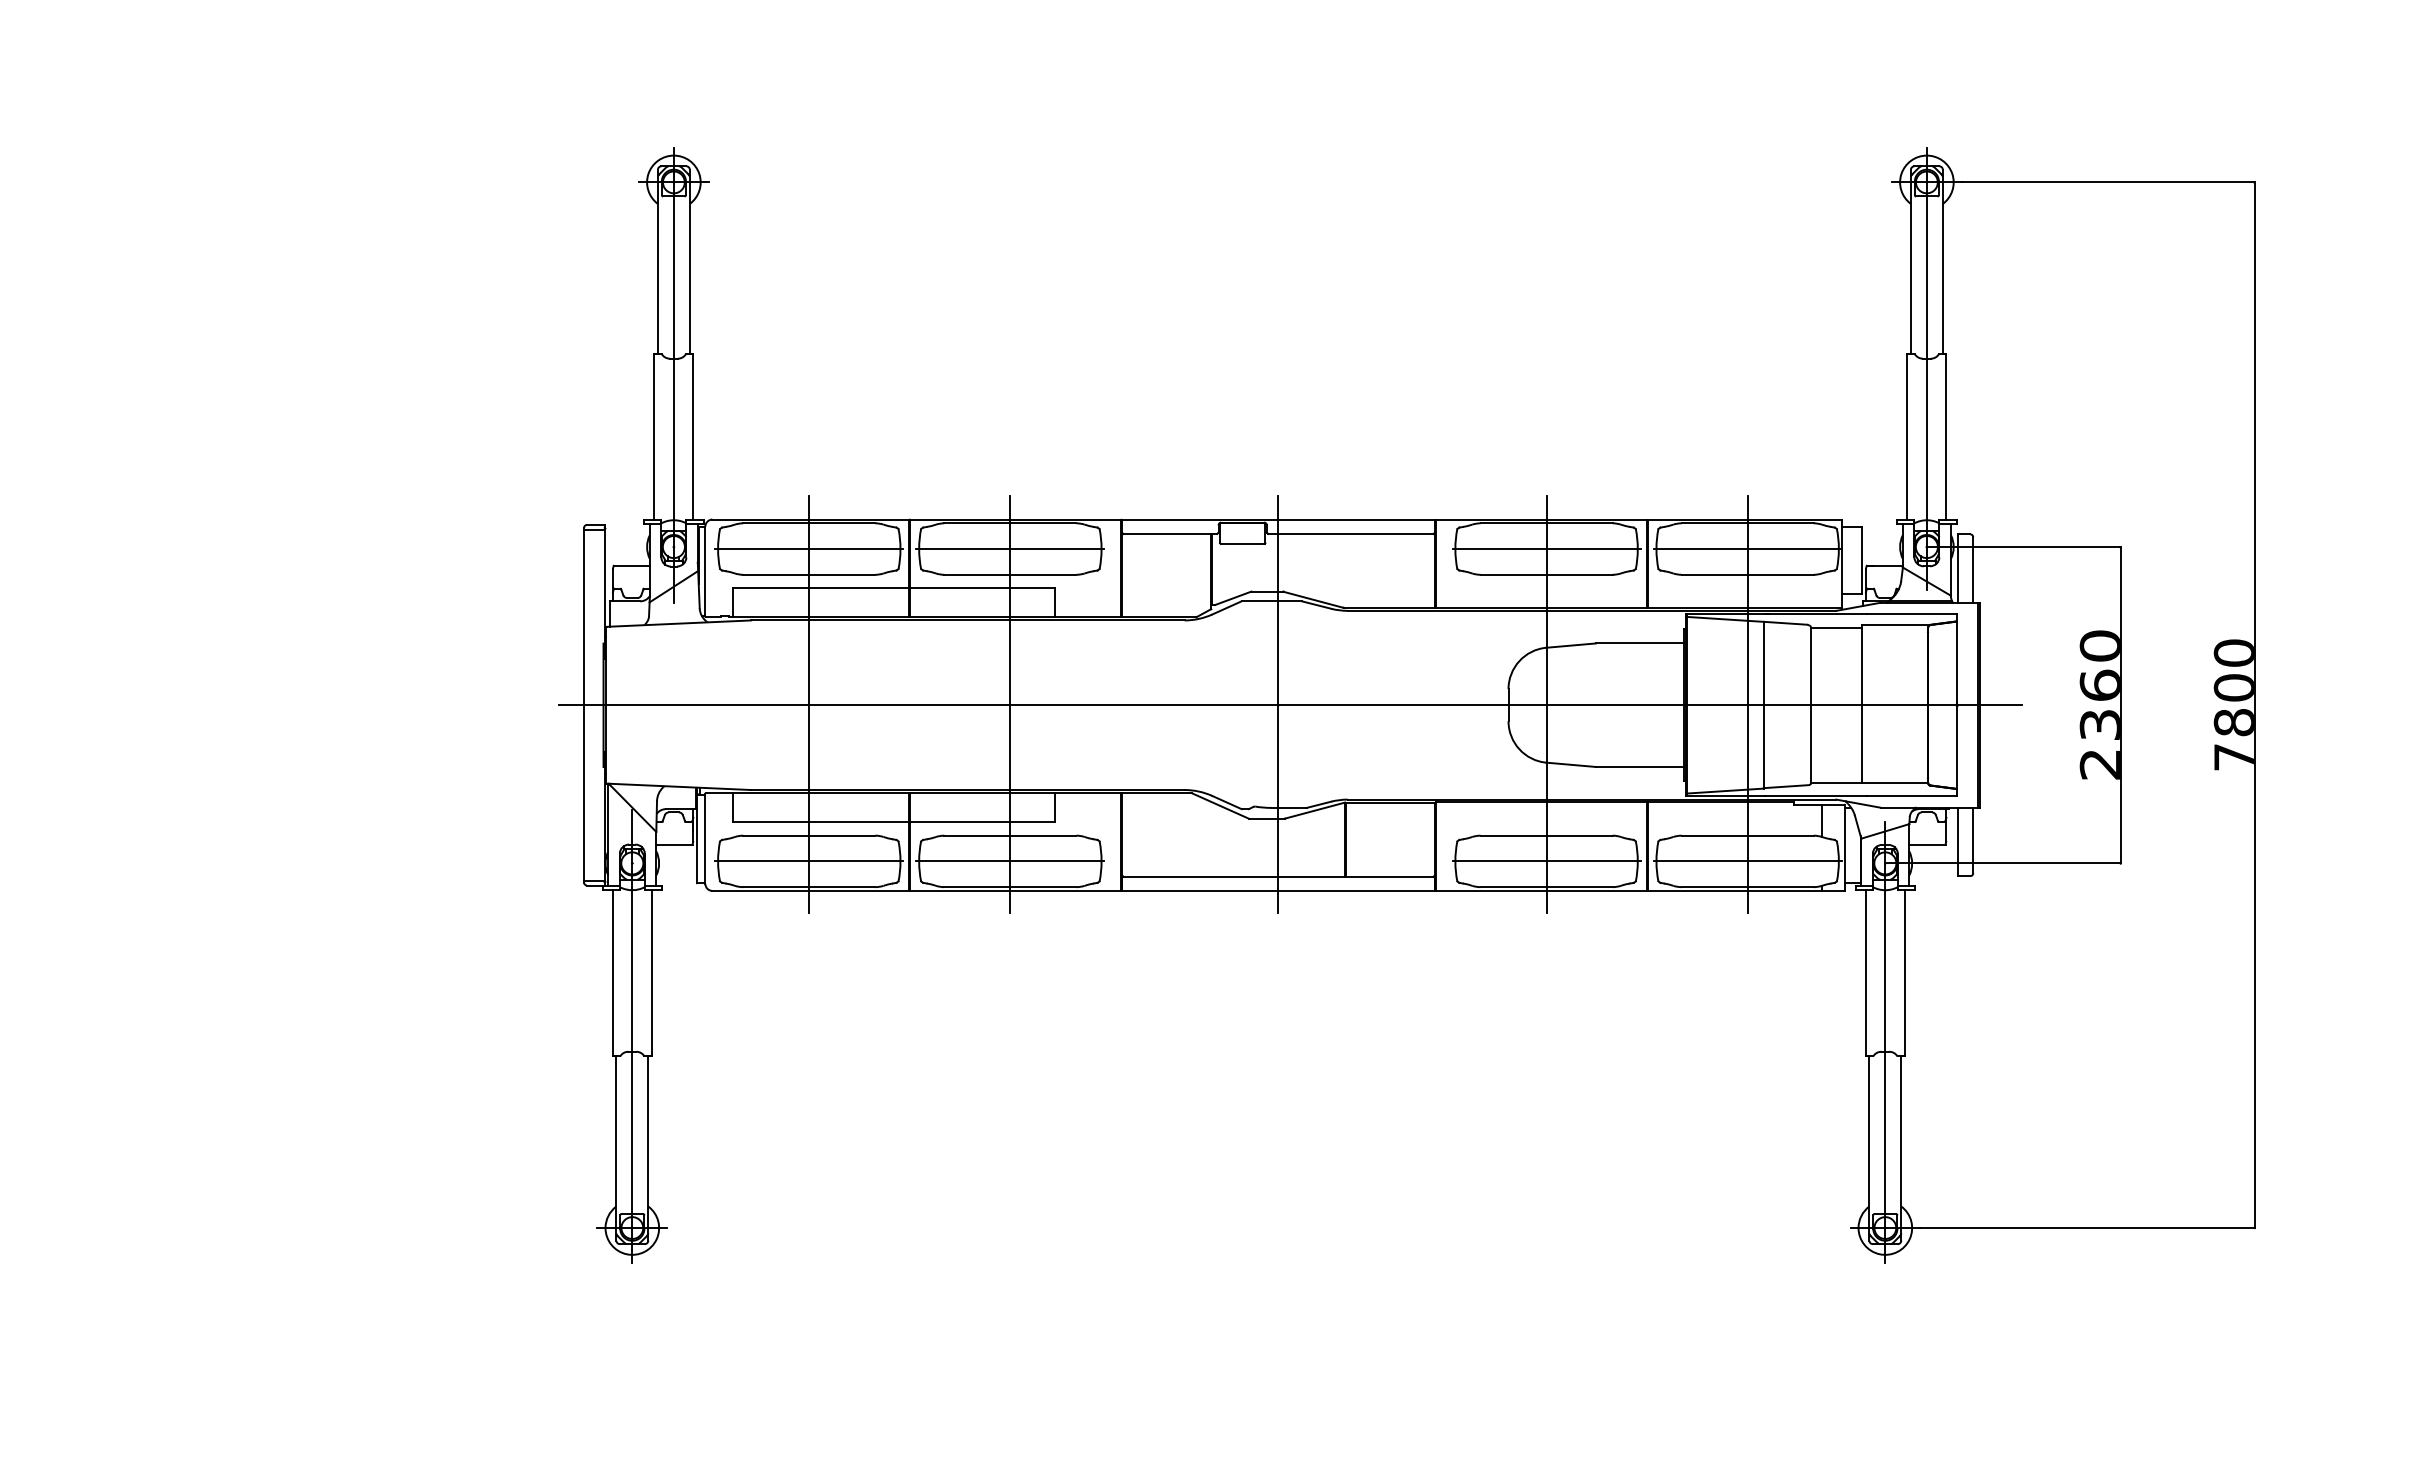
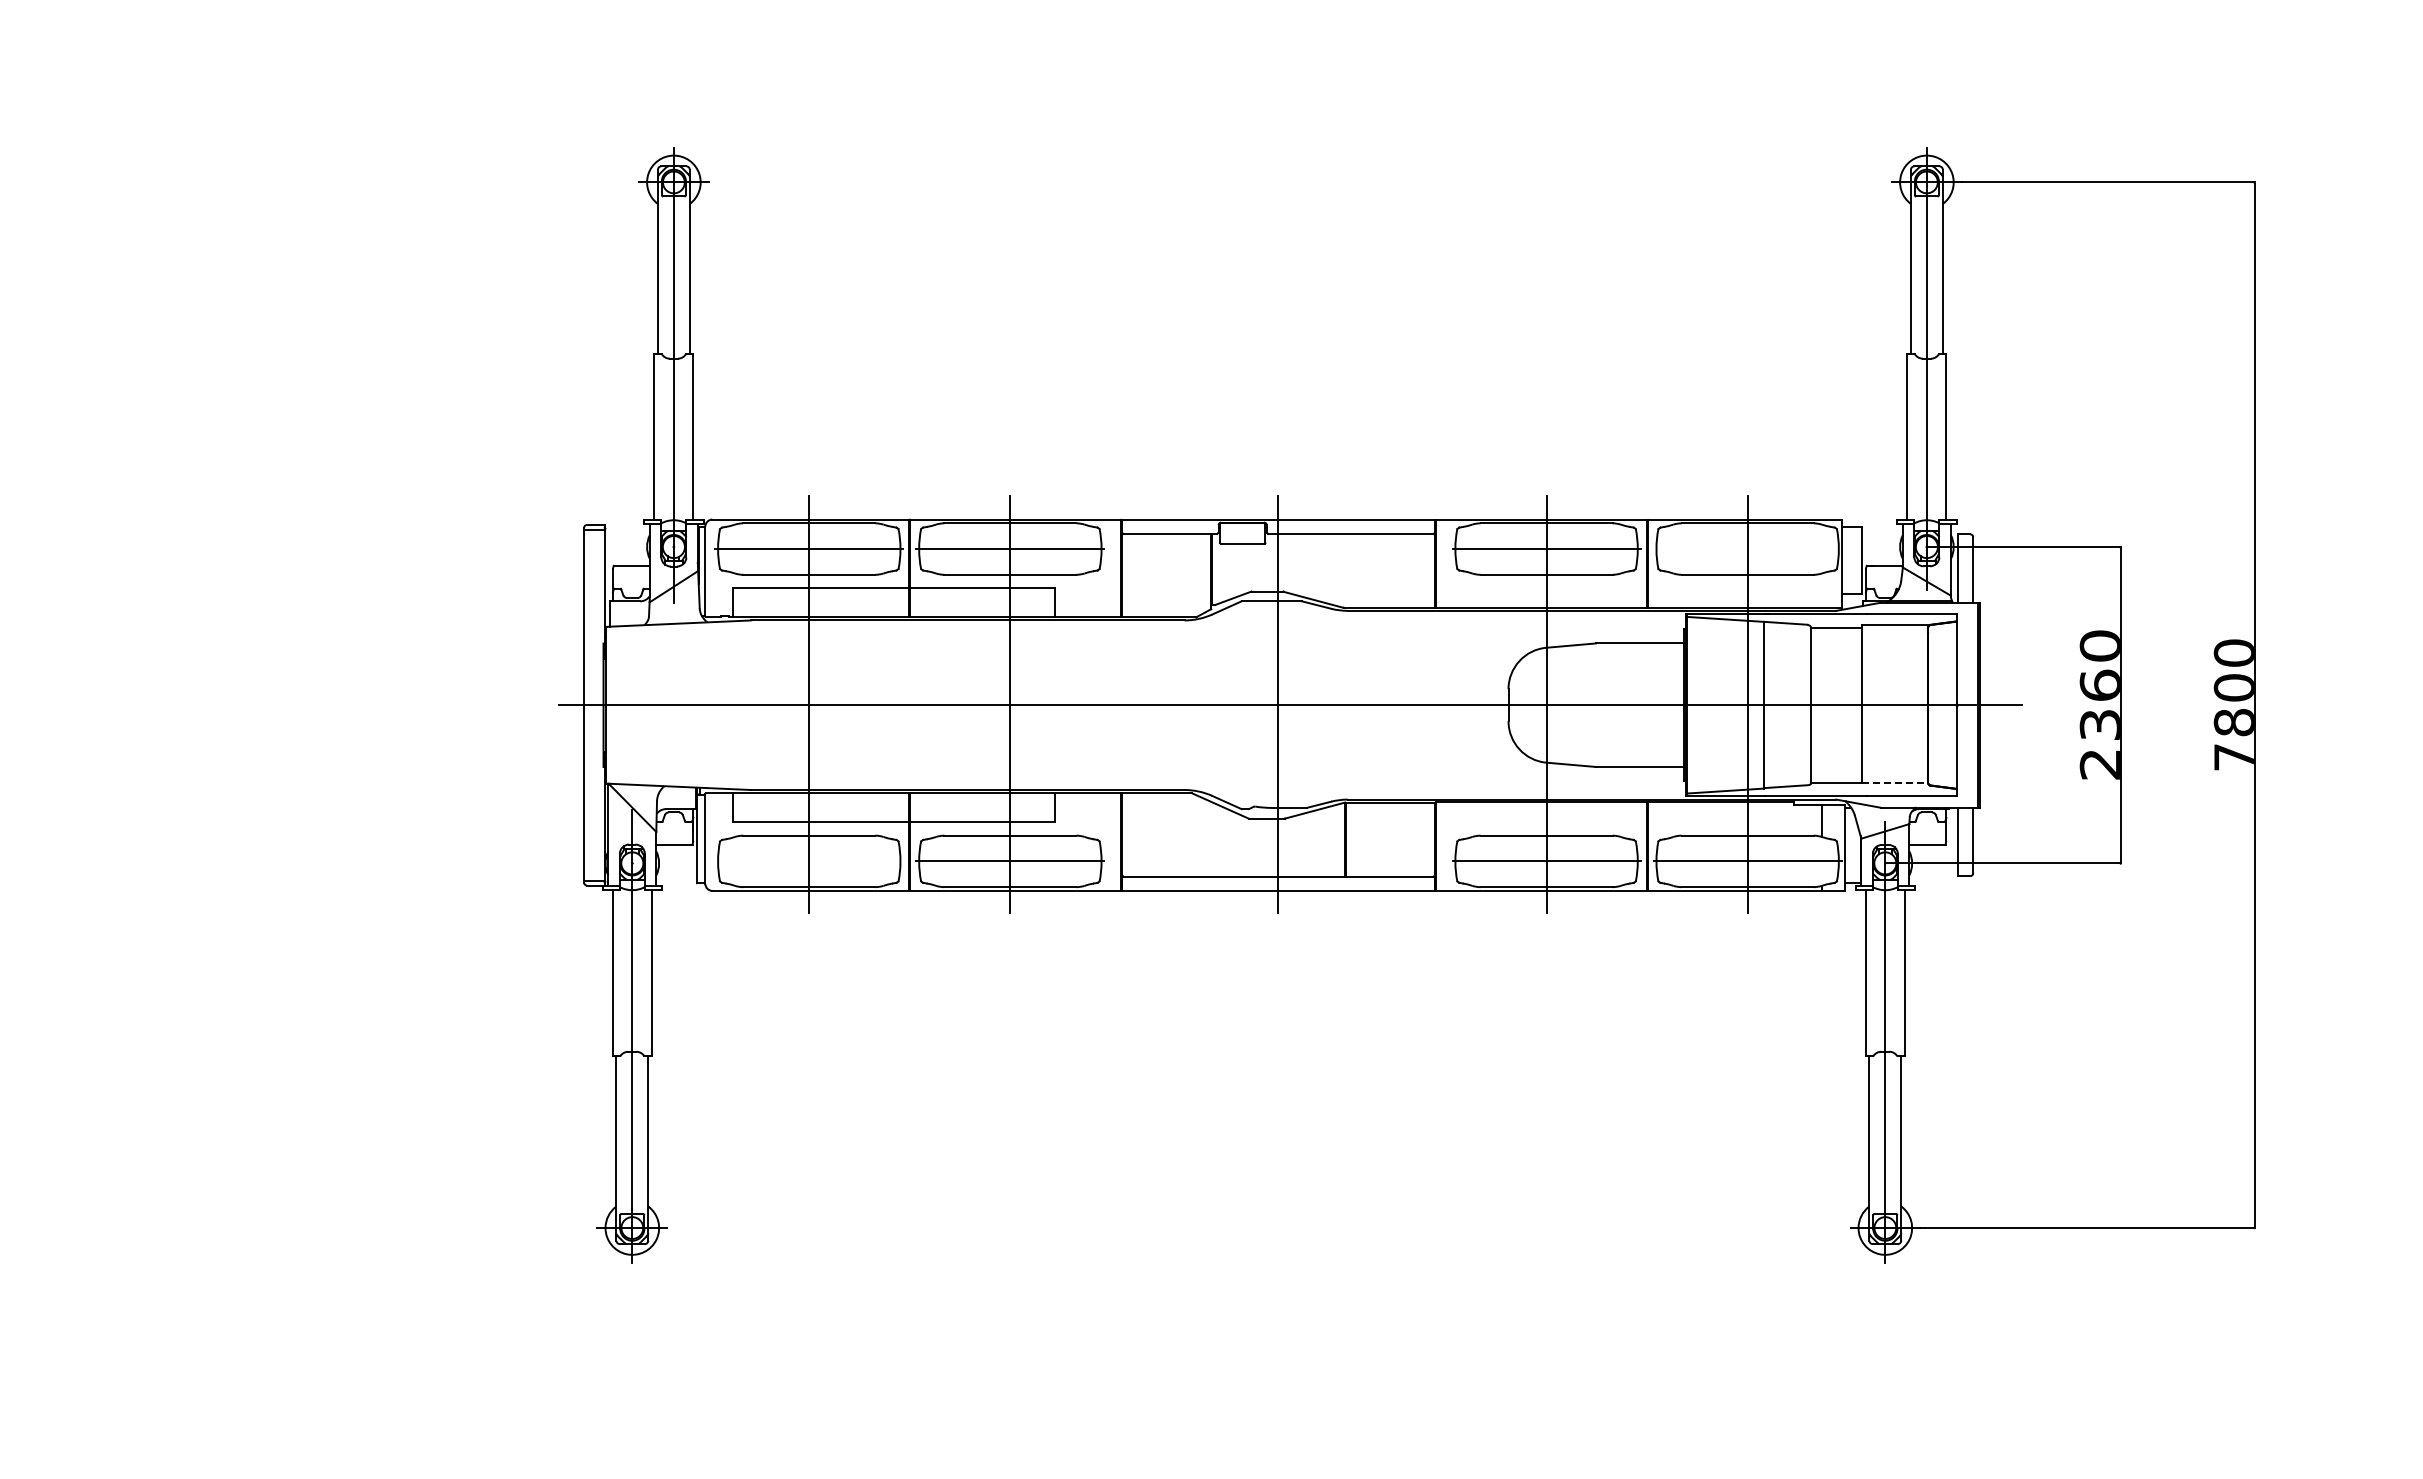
line at (1747, 549): present -> none
line at (1895, 782): solid -> dashed
line at (809, 861): present -> none
